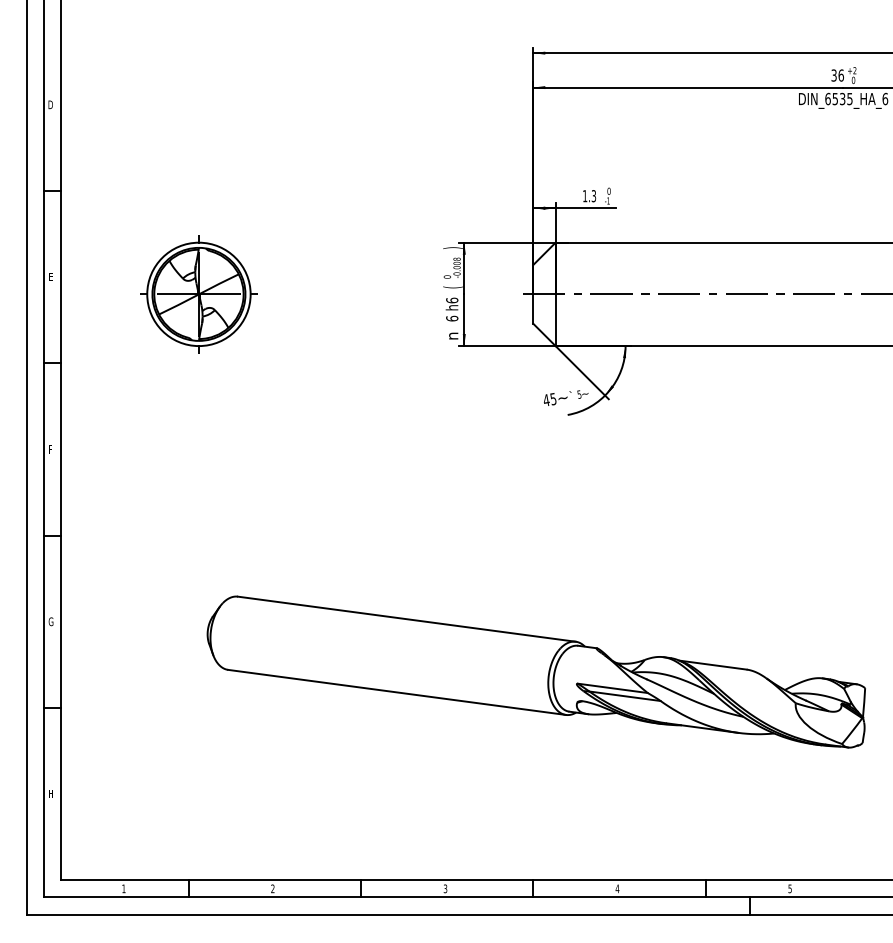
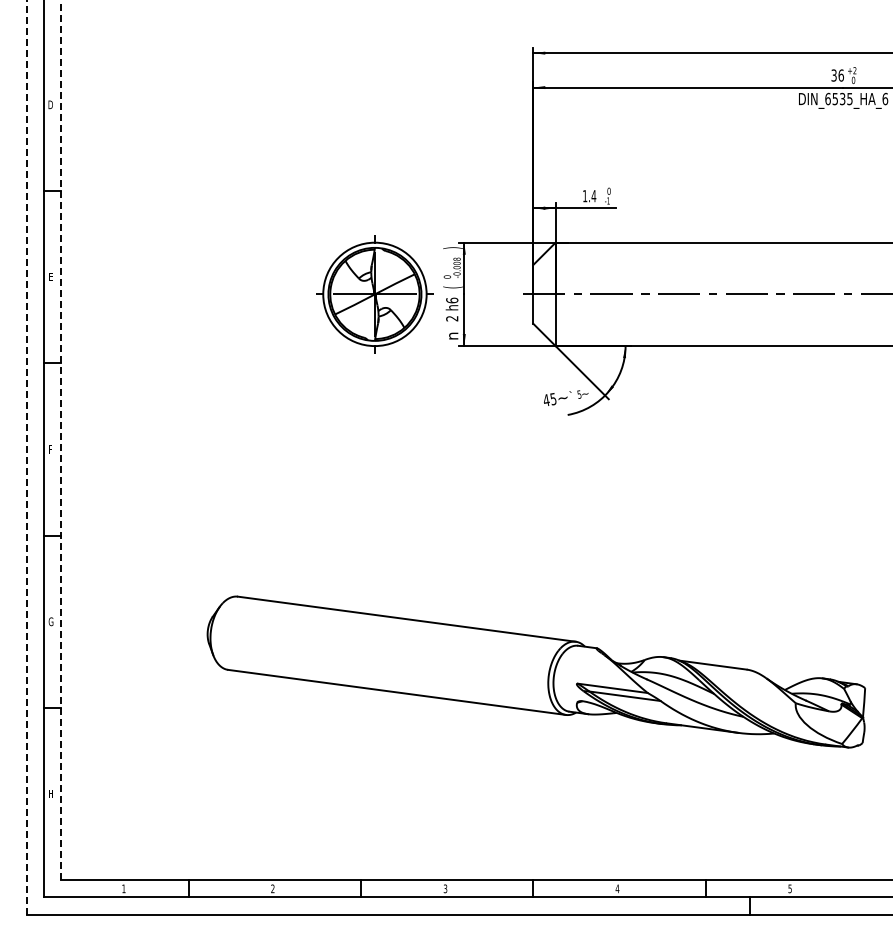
text at (593, 196): 1.3 -> 1.4
part at (198, 294) position: (198, 294) -> (374, 294)
text at (452, 318): 6 -> 2
line at (61, 440): solid -> dashed
line at (26, 456): solid -> dashed
